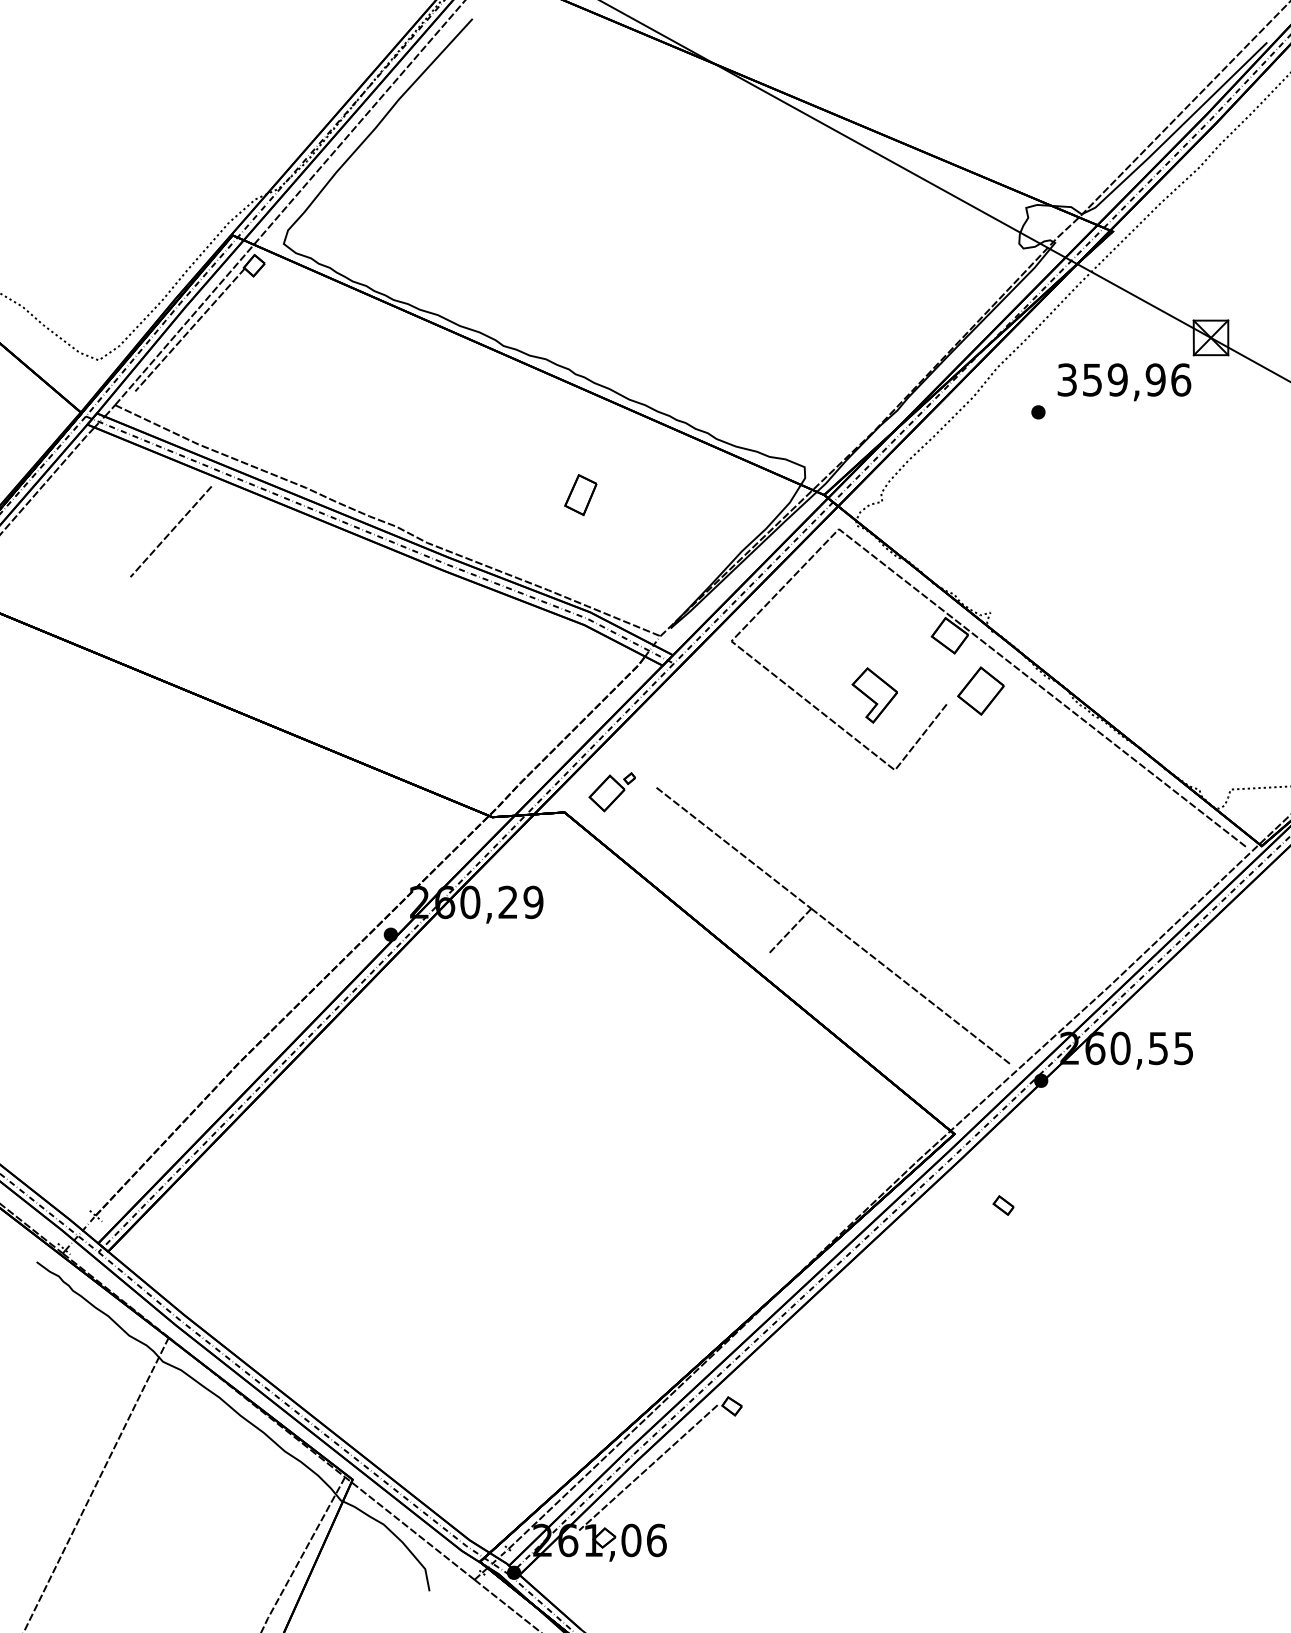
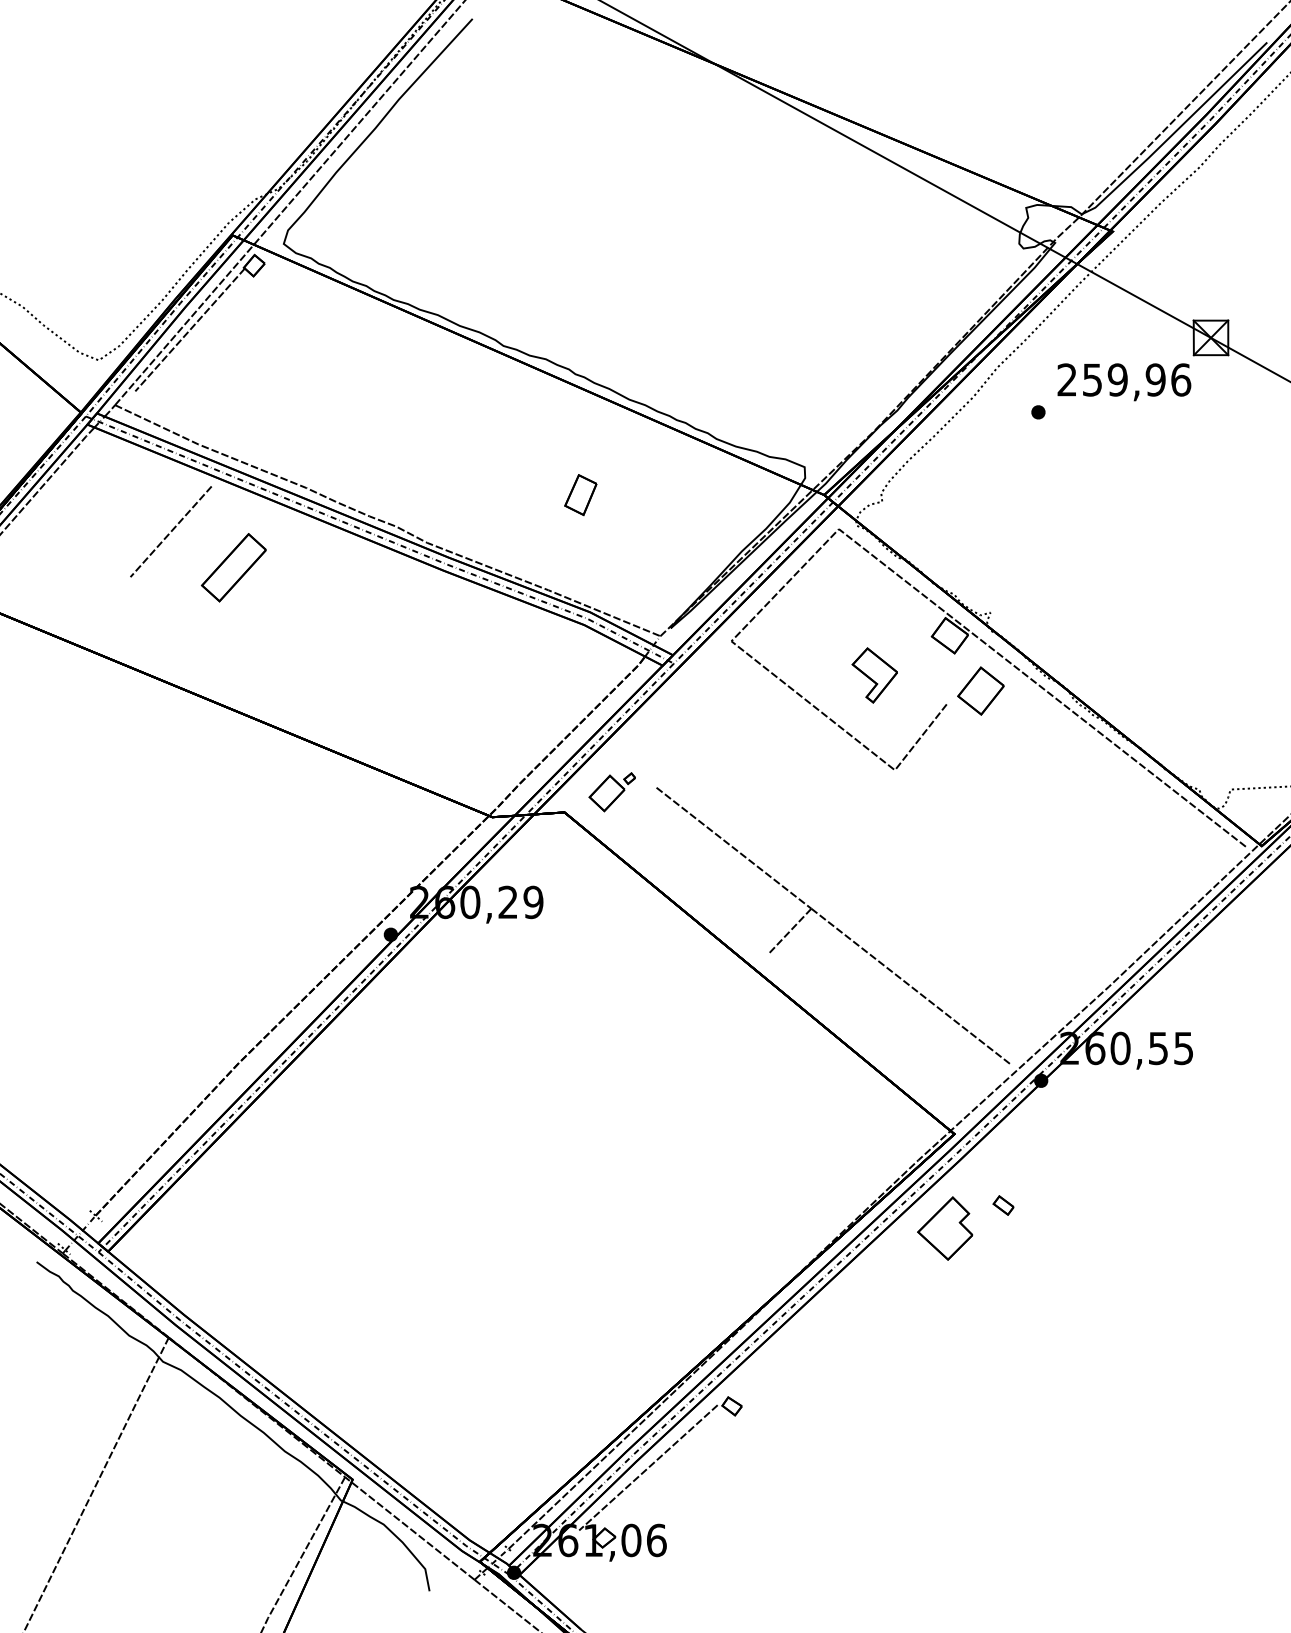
text at (1066, 379): 359,96 -> 259,96
part at (233, 567): none -> present
part at (874, 695) position: (874, 695) -> (874, 675)
part at (945, 1228): none -> present
